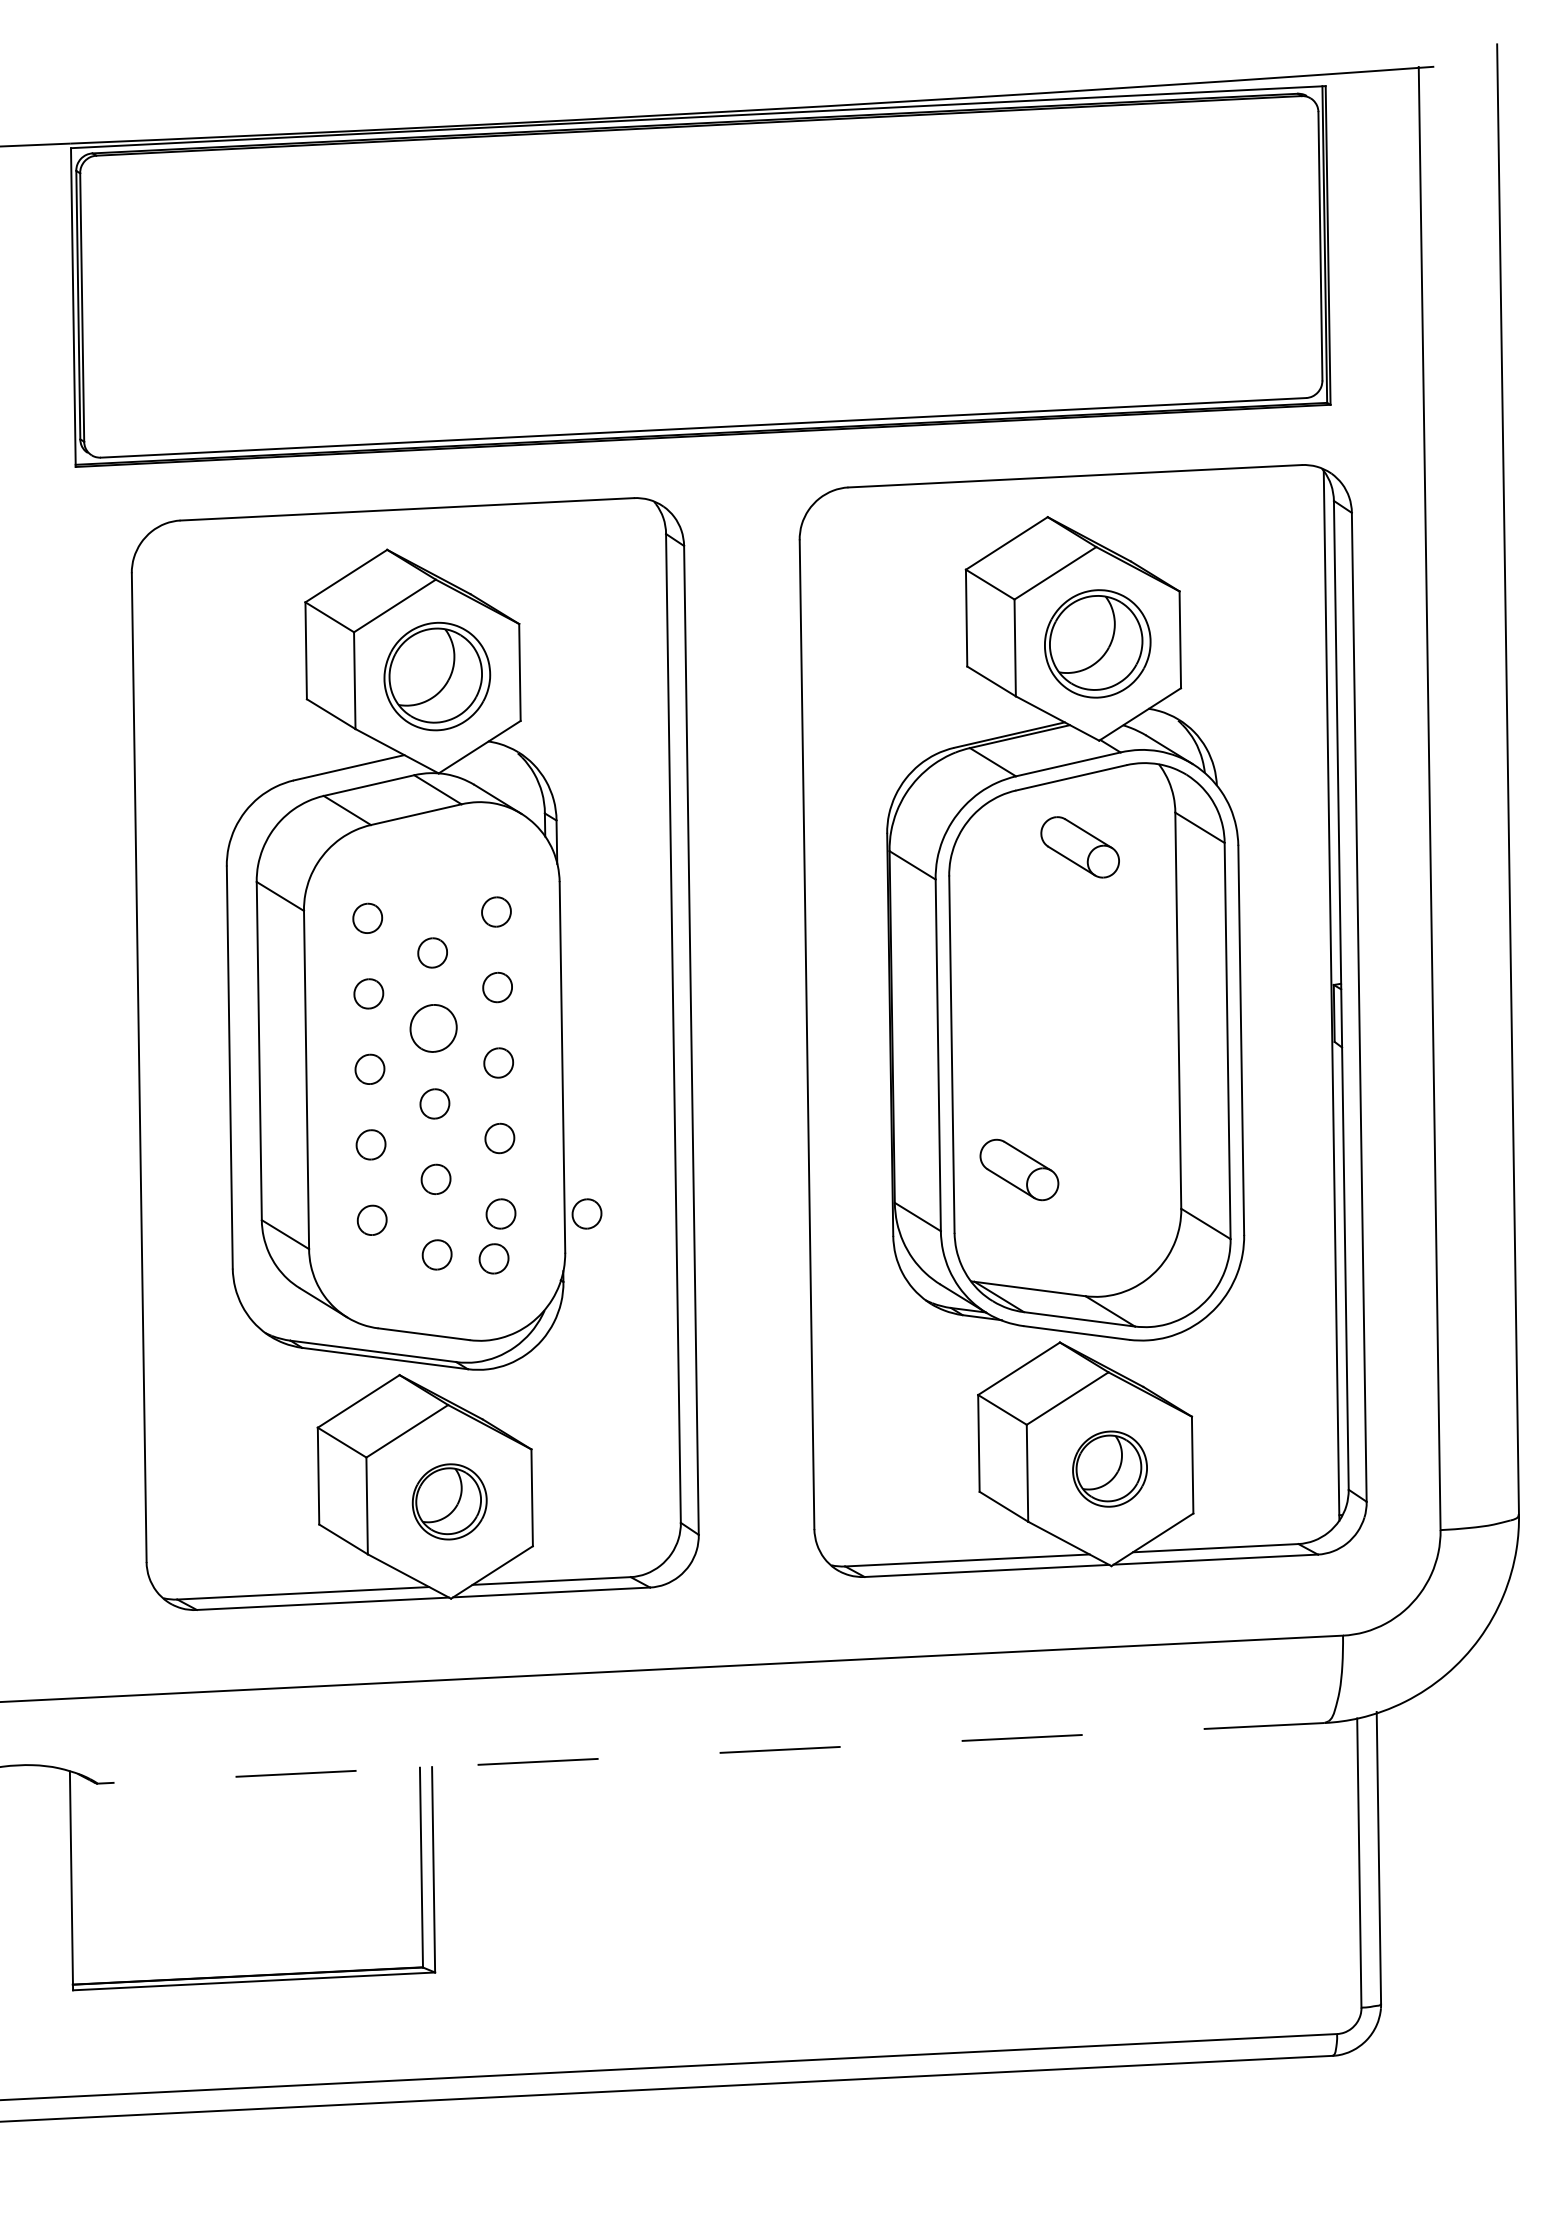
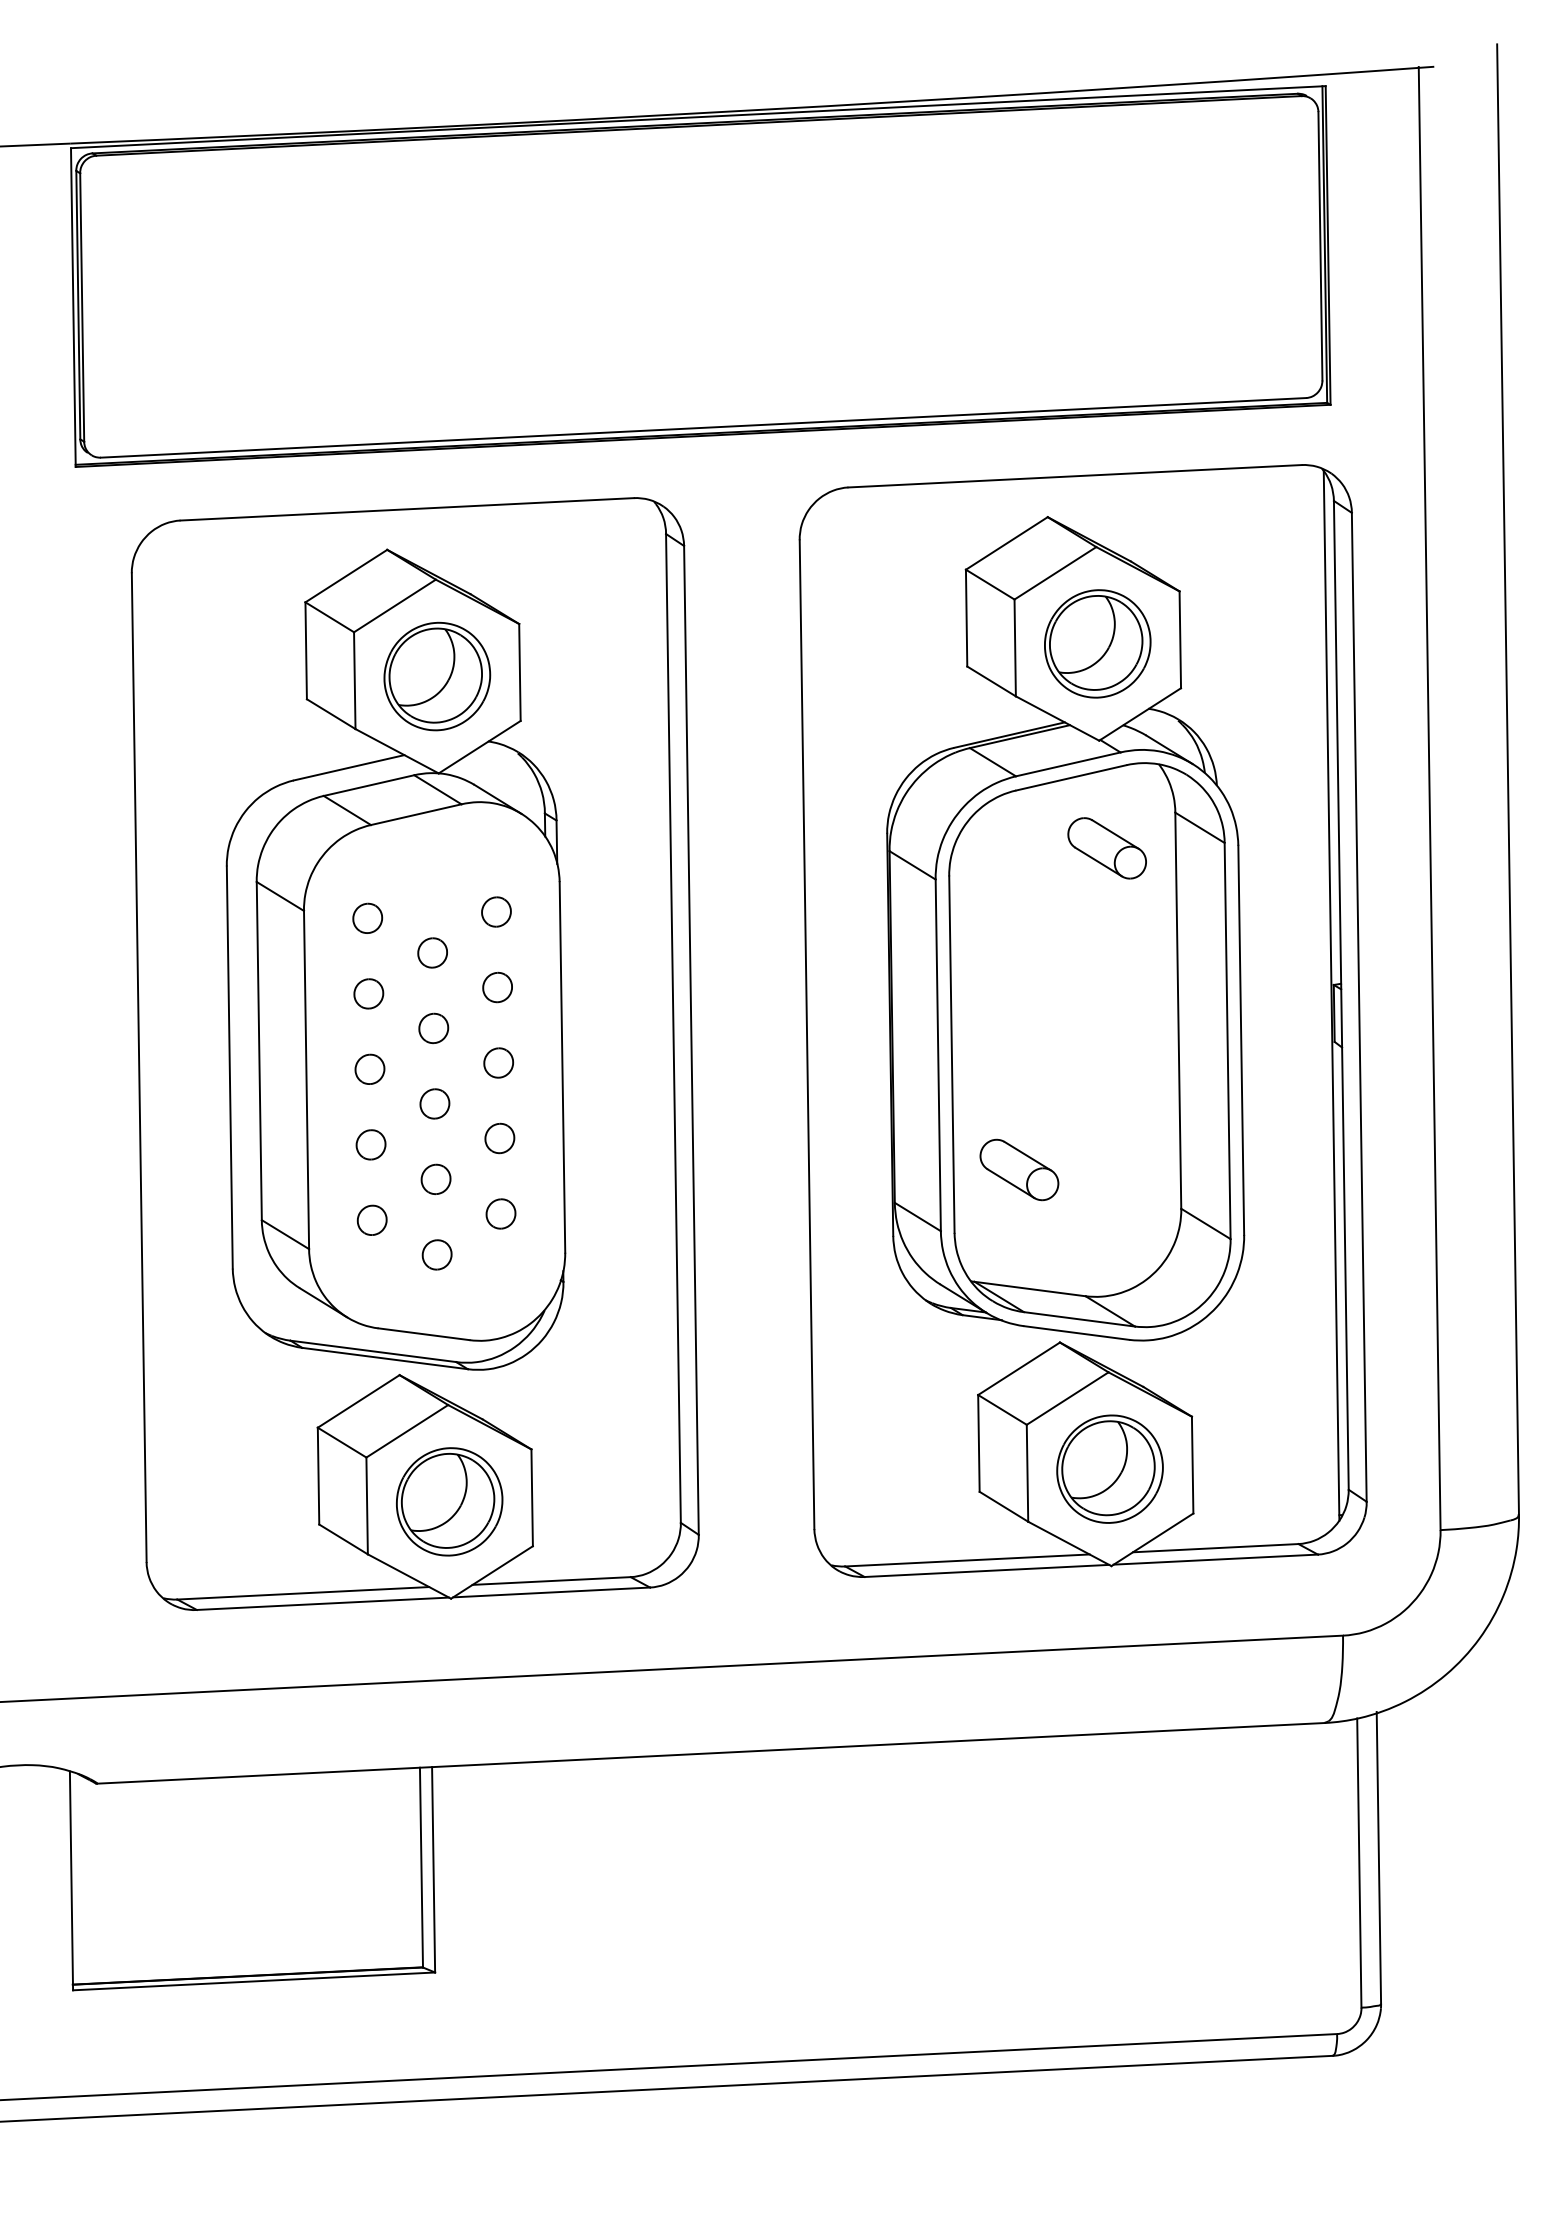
part at (1079, 847) position: (1079, 847) -> (1106, 848)
part at (433, 1028) size: 49x49 px -> 32x33 px
part at (586, 1213): present -> none
part at (493, 1258): present -> none
part at (1109, 1468) size: 76x78 px -> 108x110 px
part at (449, 1501) size: 77x78 px -> 108x110 px
line at (709, 1753): dashed -> solid
